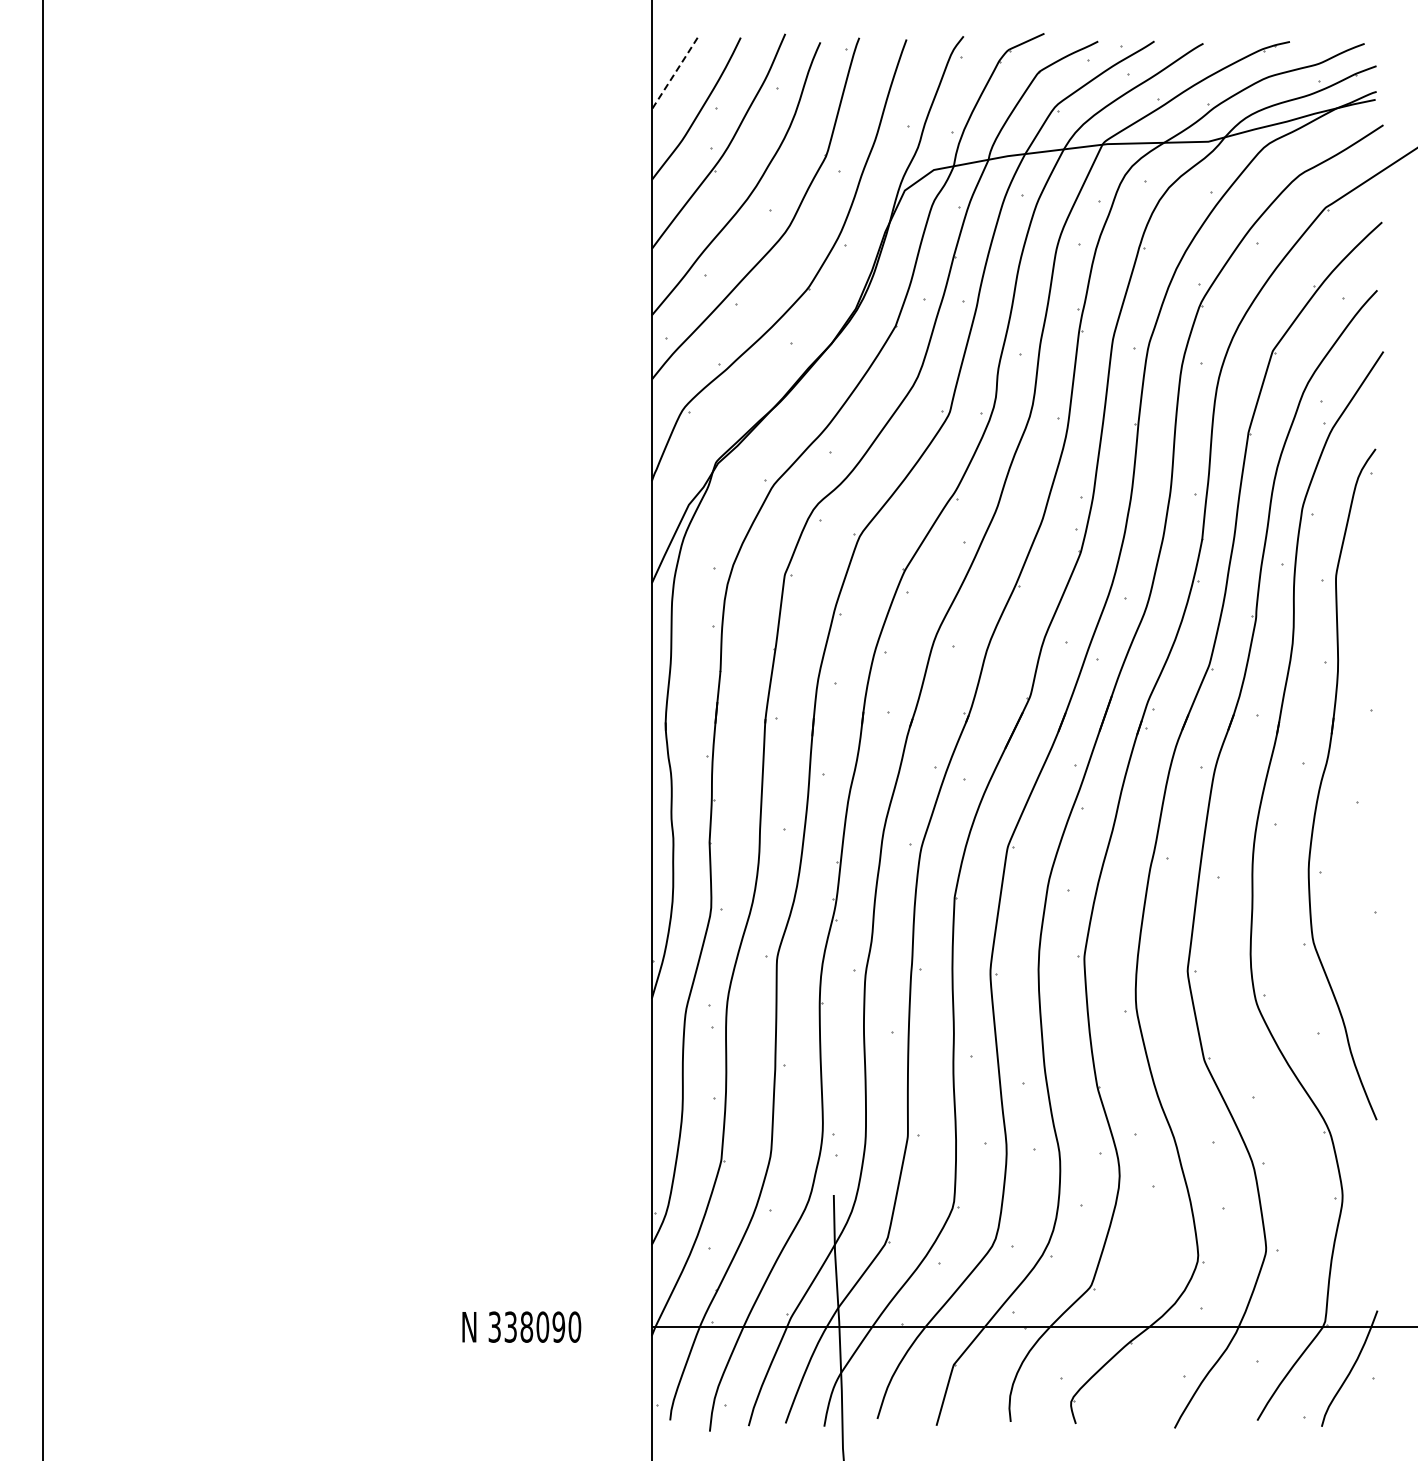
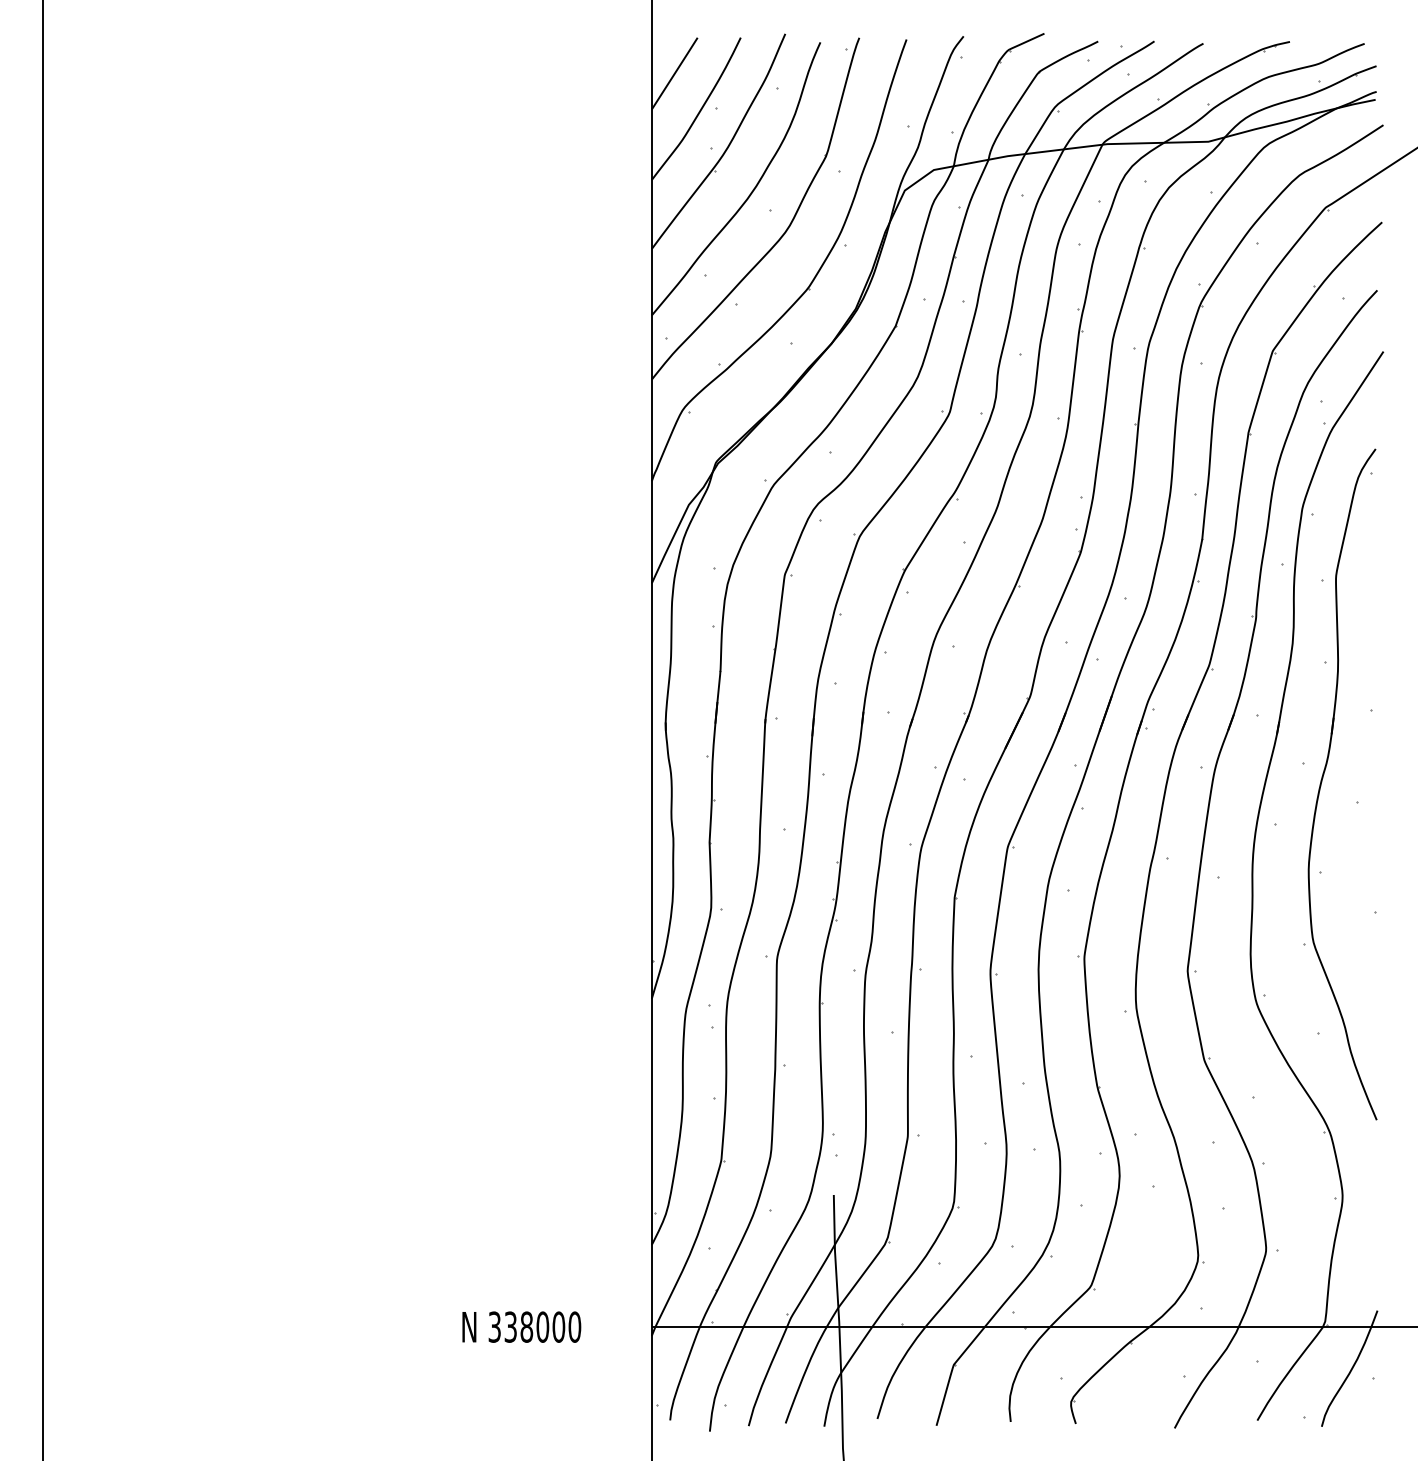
line at (674, 73): dashed -> solid
text at (558, 1326): 338090 -> 338000
